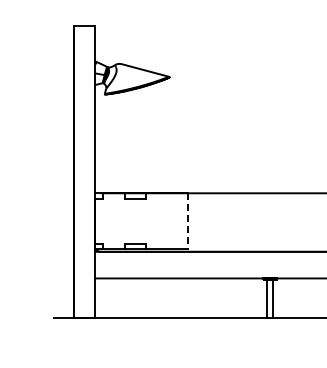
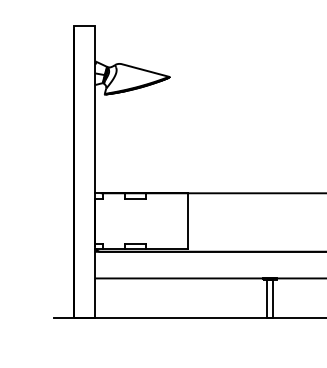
line at (188, 221): dashed -> solid
